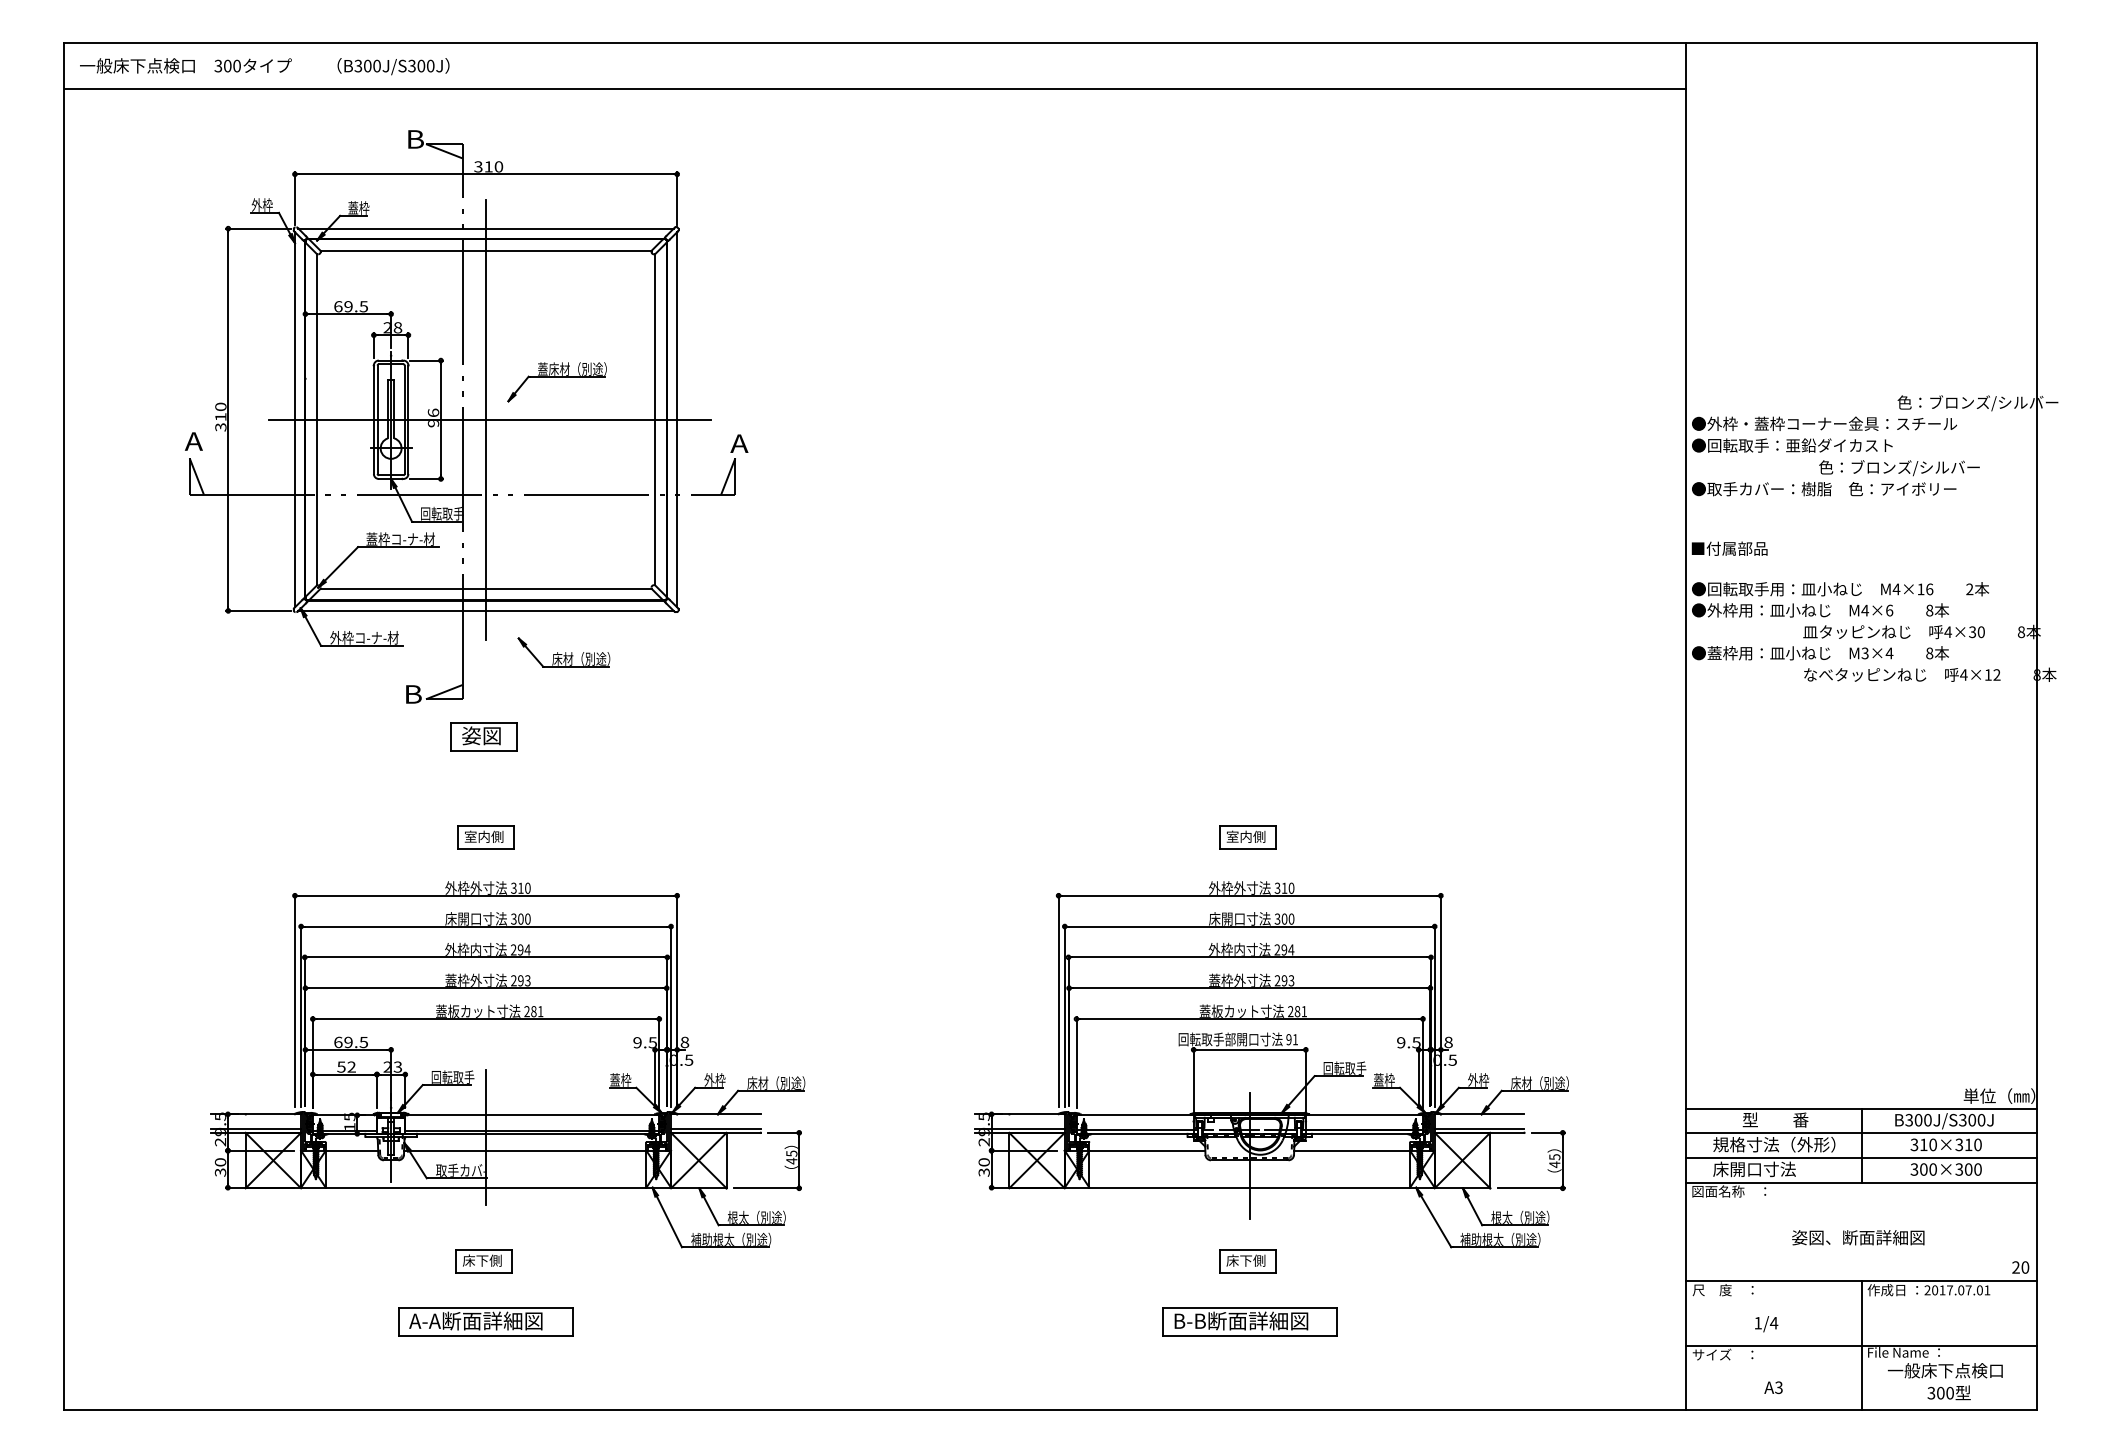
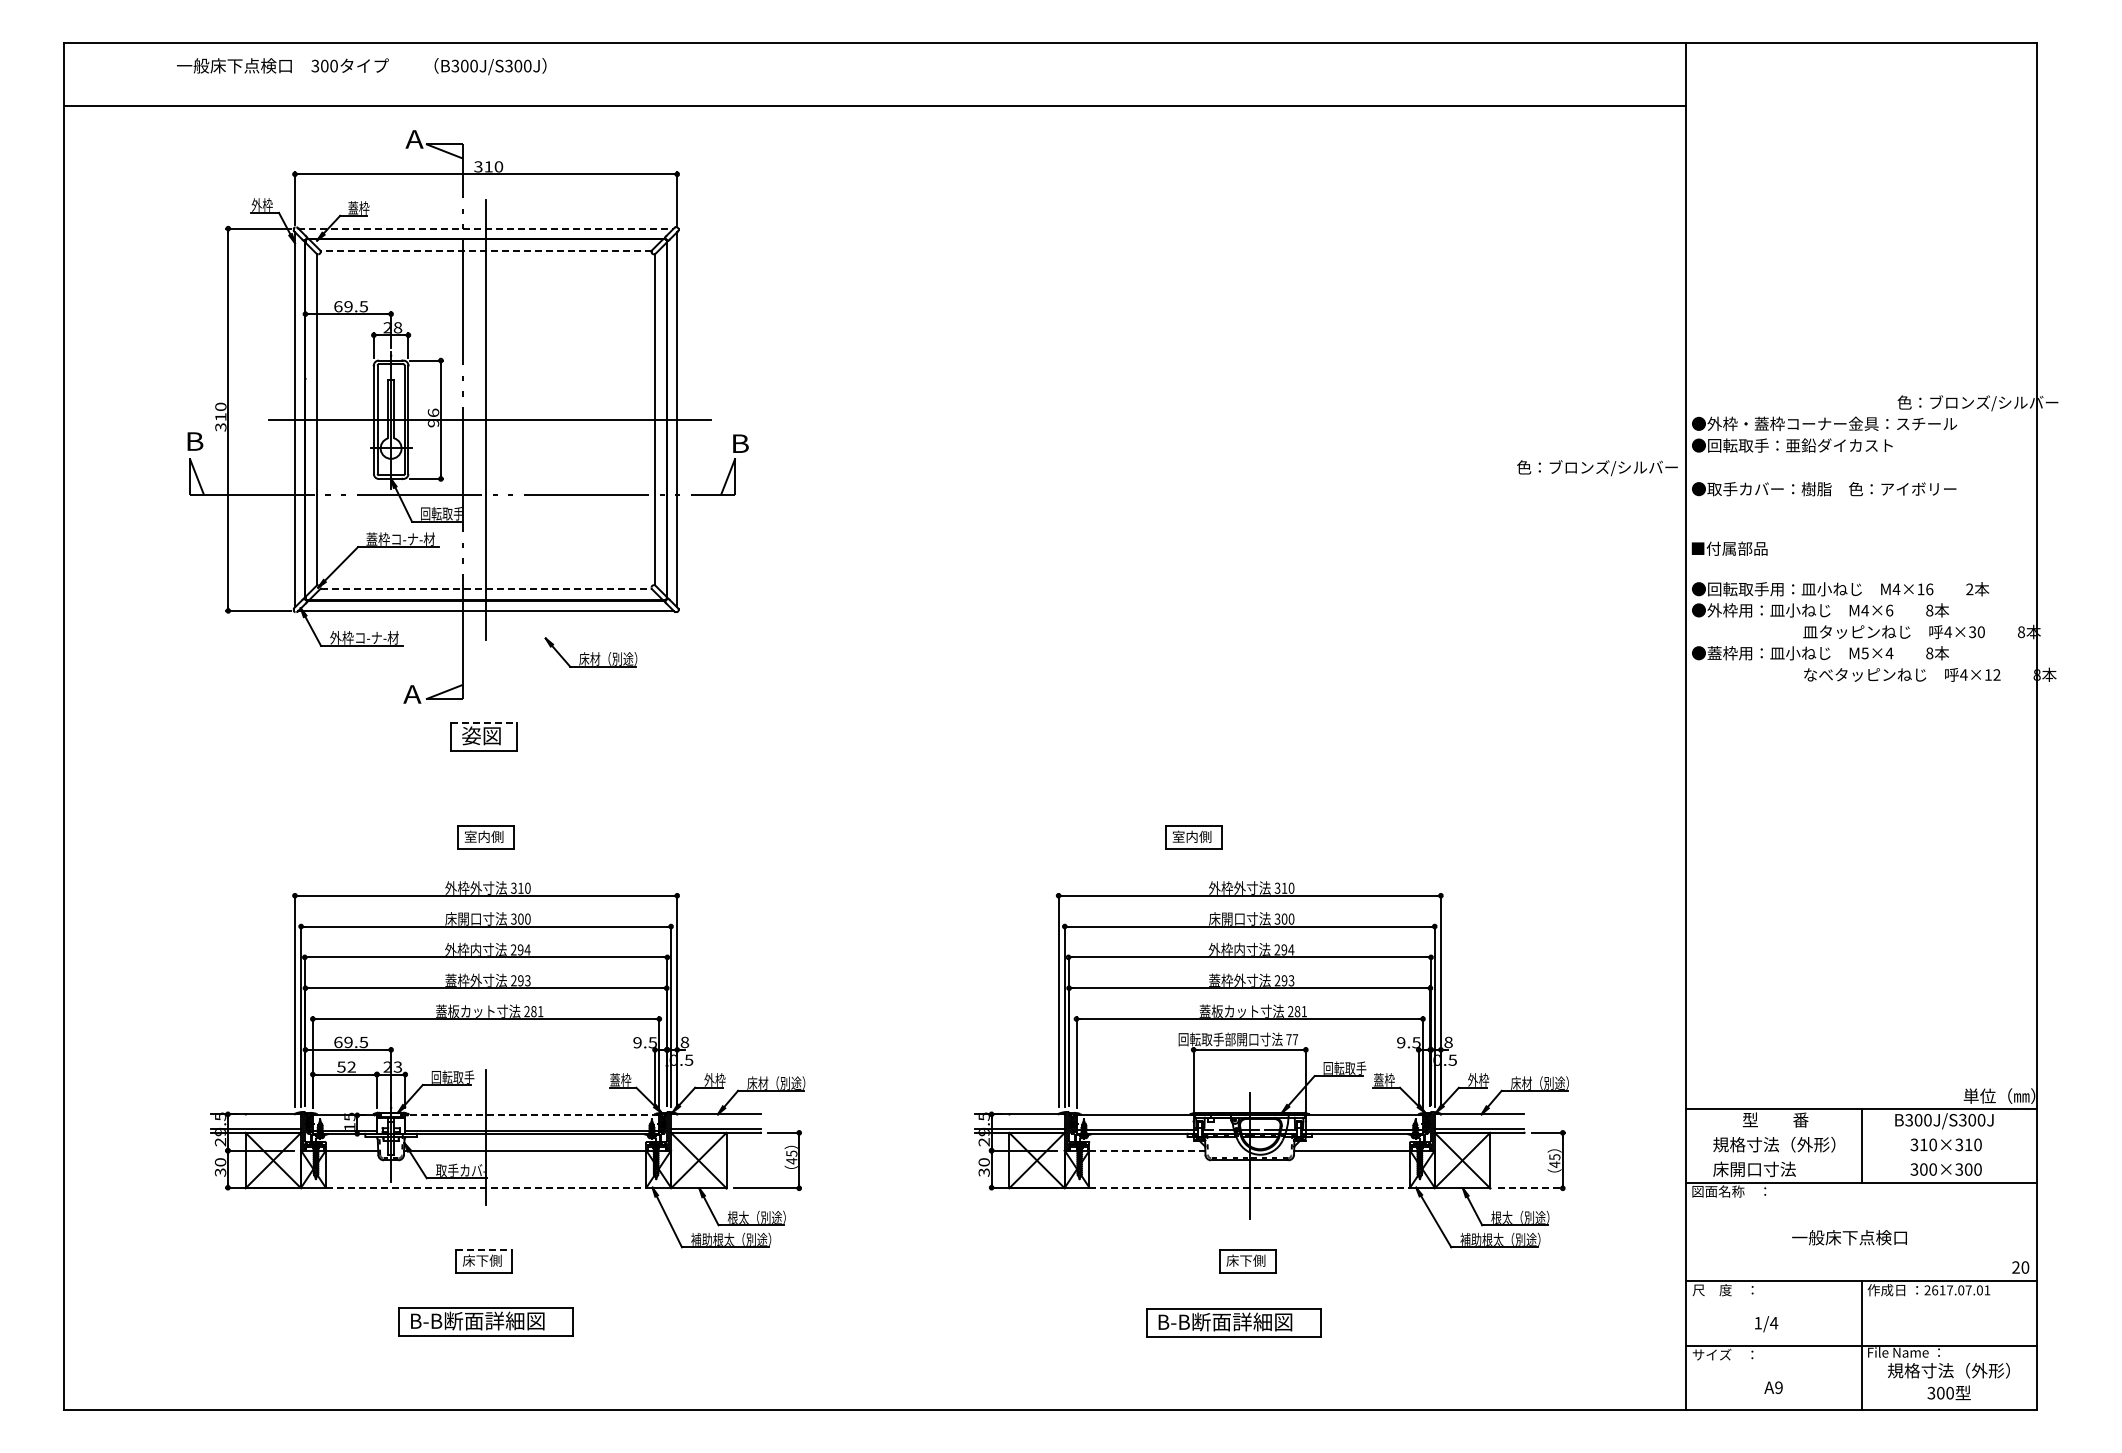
text at (264, 66) position: (264, 66) -> (361, 66)
line at (875, 89) position: (875, 89) -> (875, 106)
text at (414, 139): B -> A
line at (486, 228): solid -> dashed
line at (486, 250): solid -> dashed
part at (556, 382): present -> none
text at (193, 441): A -> B
text at (739, 443): A -> B
text at (1899, 468) position: (1899, 468) -> (1597, 468)
line at (486, 588): solid -> dashed
part at (563, 652) position: (563, 652) -> (590, 652)
text at (1865, 652): M3×4 -> M5×4
text at (412, 694): B -> A
line at (484, 722): solid -> dashed
part at (1247, 837) position: (1247, 837) -> (1193, 837)
text at (1292, 1039): 91 -> 77
line at (531, 1115): solid -> dashed
line at (1861, 1133): present -> none
line at (1147, 1150): solid -> dashed
line at (1861, 1158): present -> none
line at (486, 1187): solid -> dashed
line at (1250, 1187): solid -> dashed
line at (1531, 1188): solid -> dashed
text at (1858, 1237): 姿図、断面詳細図 -> 一般床下点検口
line at (484, 1249): solid -> dashed
text at (1935, 1290): 2017.07.01 -> 2617.07.01
text at (476, 1320): A-A断面詳細図 -> B-B断面詳細図
part at (1249, 1321) position: (1249, 1321) -> (1233, 1322)
text at (1948, 1370): 一般床下点検口 -> 規格寸法（外形）
text at (1778, 1387): A3 -> A9
